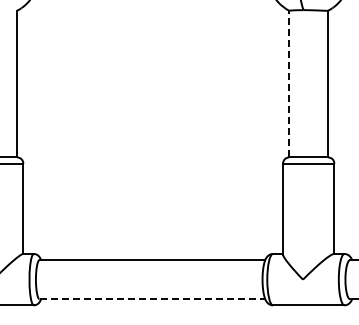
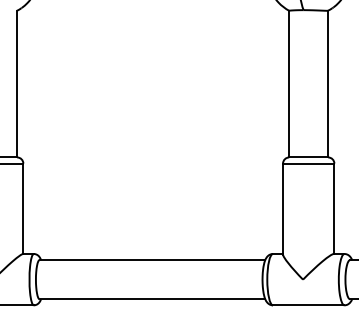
line at (289, 83): dashed -> solid
line at (152, 299): dashed -> solid
